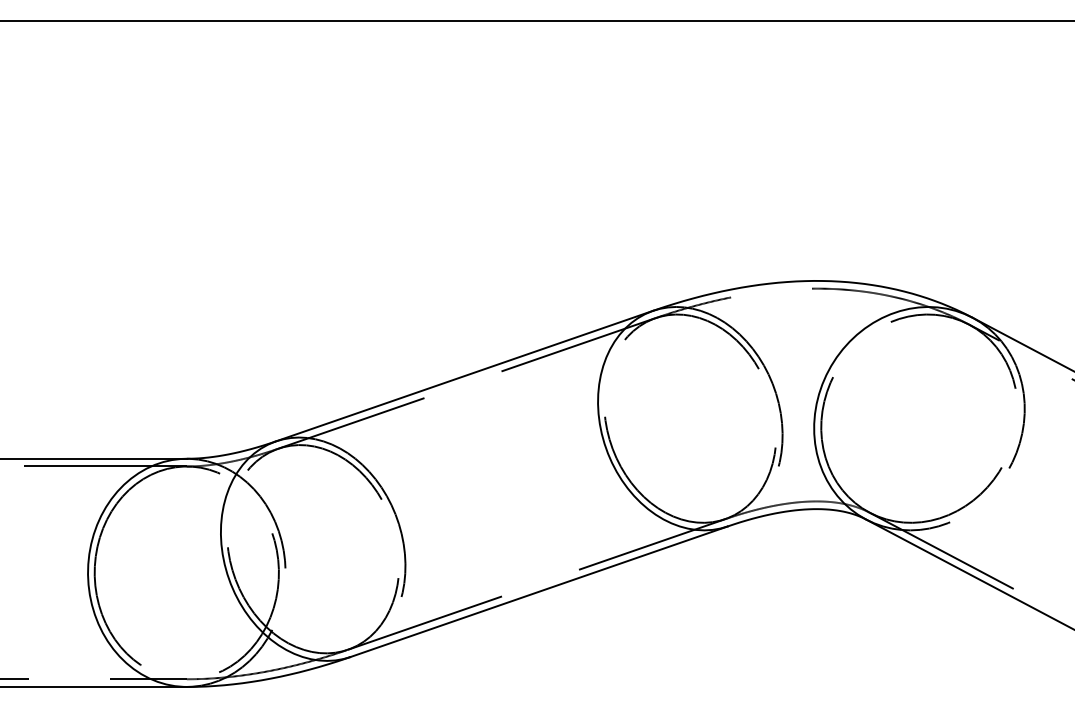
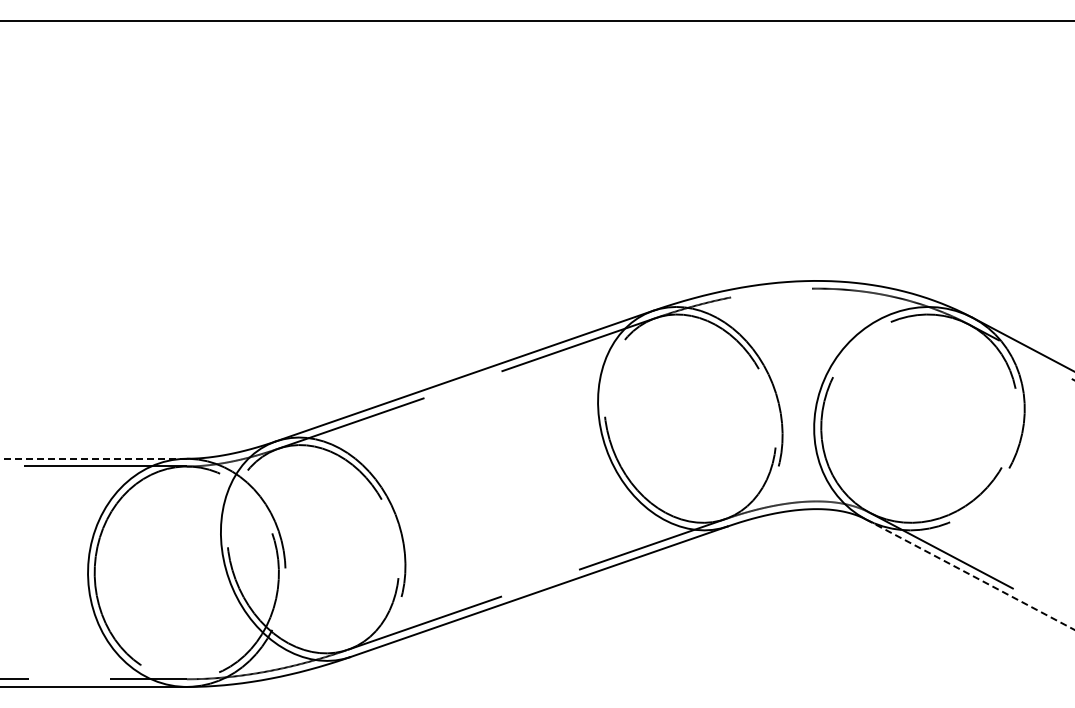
line at (93, 458): solid -> dashed
line at (970, 574): solid -> dashed
